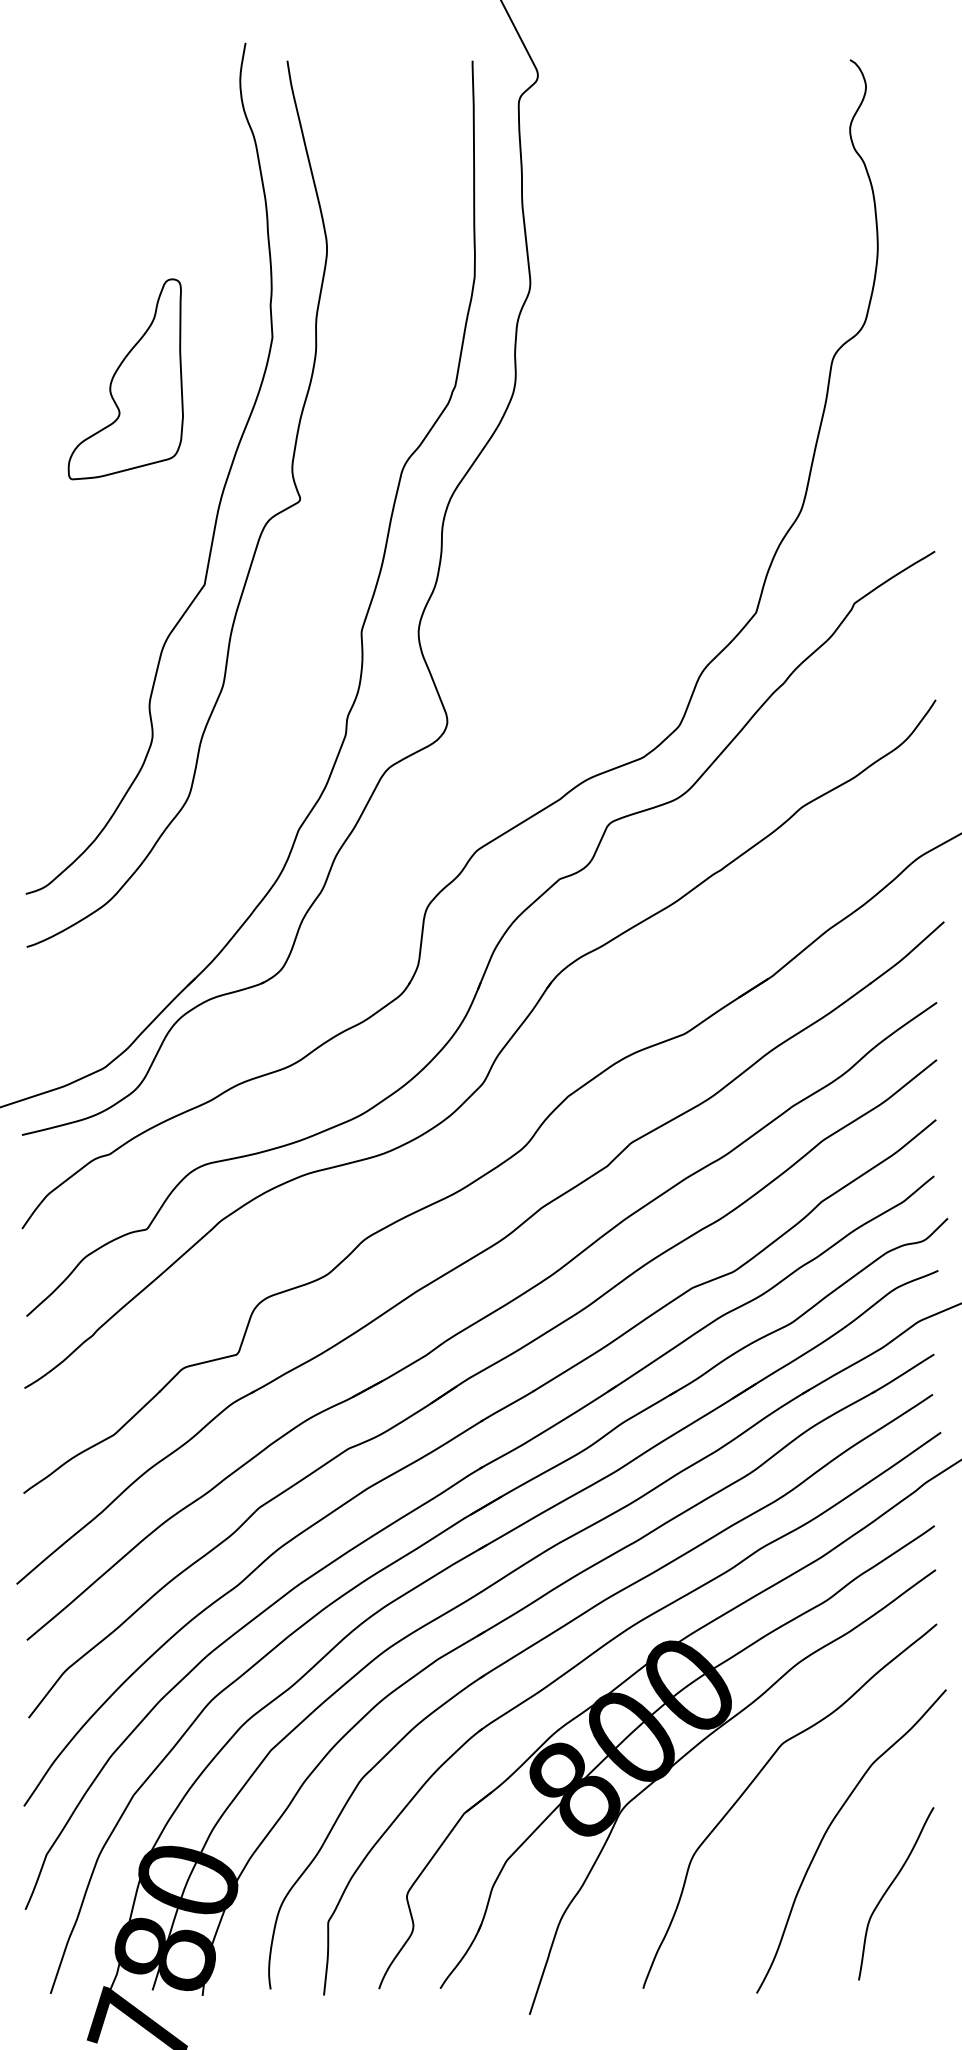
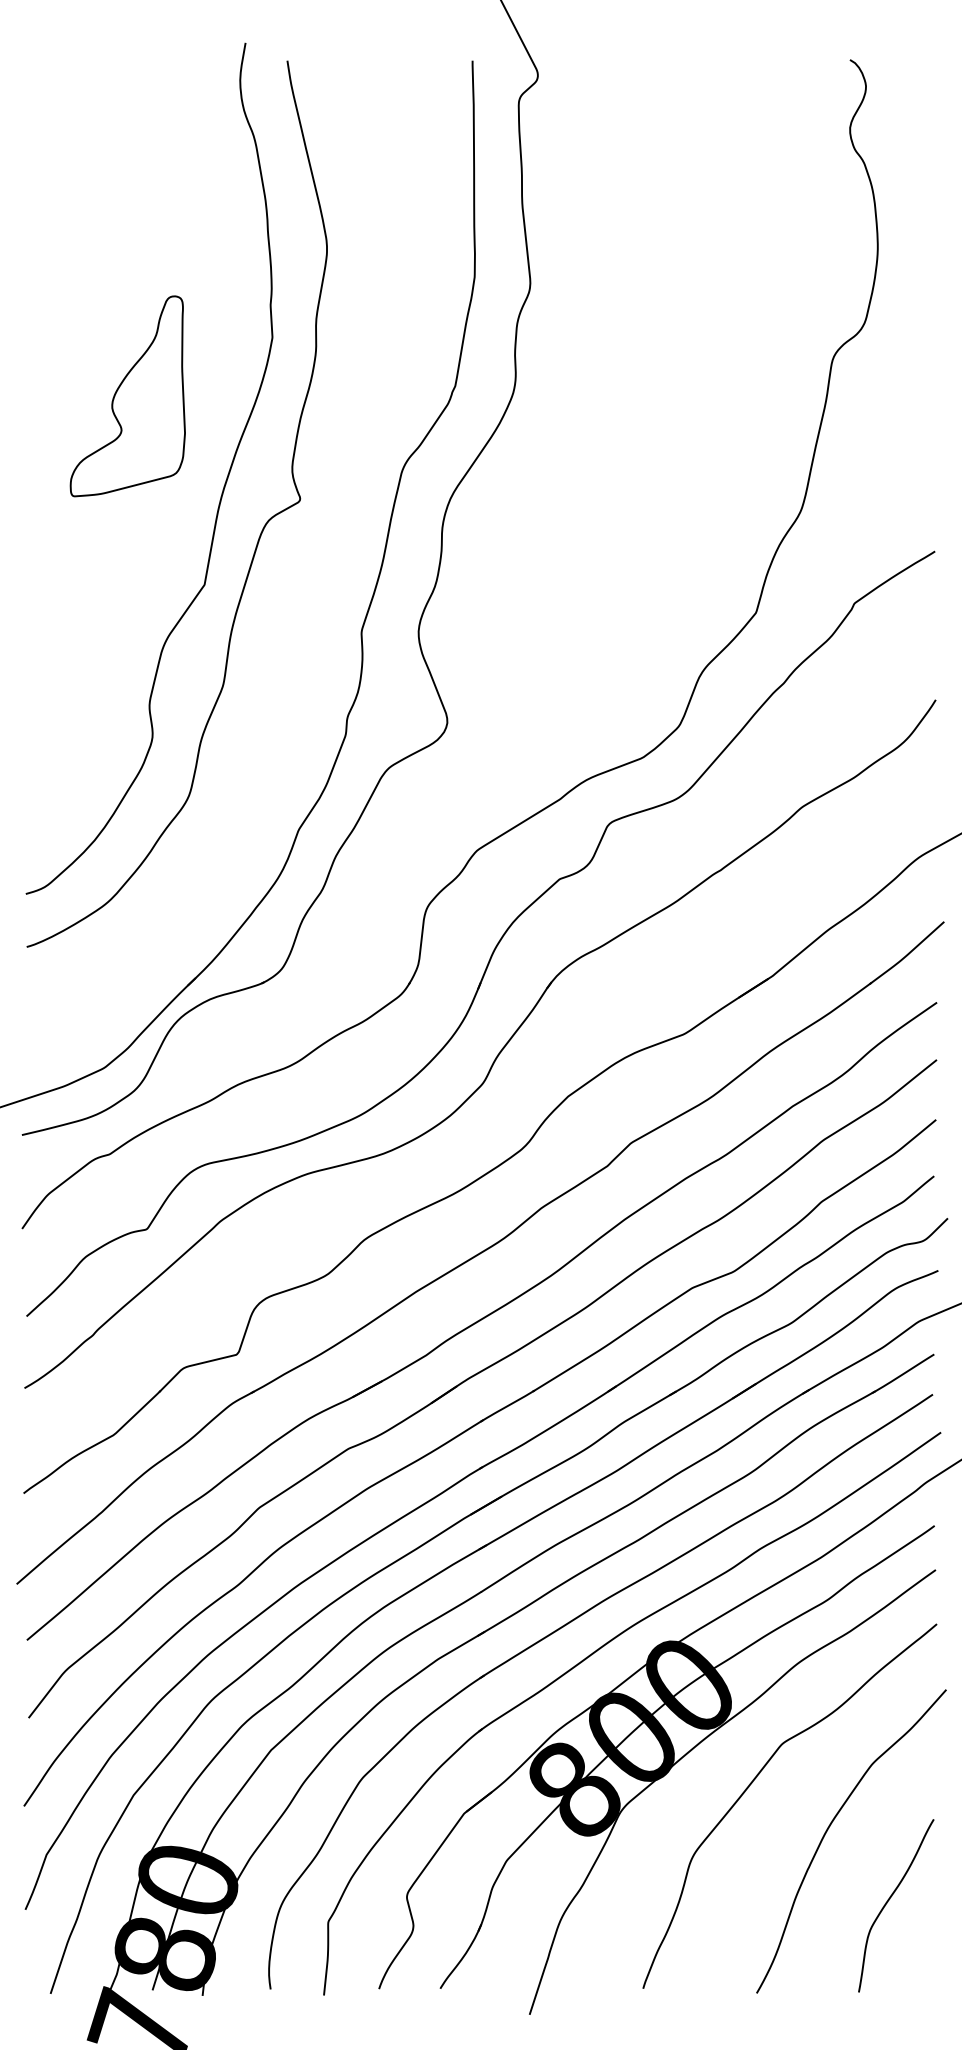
part at (125, 379) position: (125, 379) -> (127, 396)
curve at (890, 1887) position: (890, 1887) -> (890, 1899)
